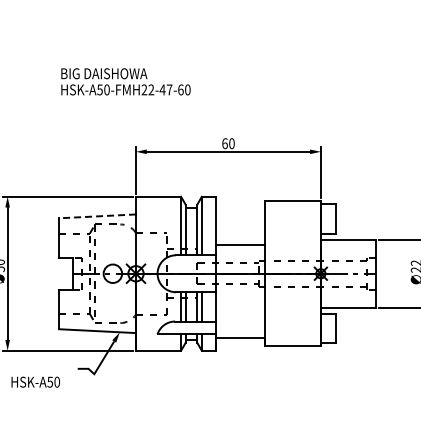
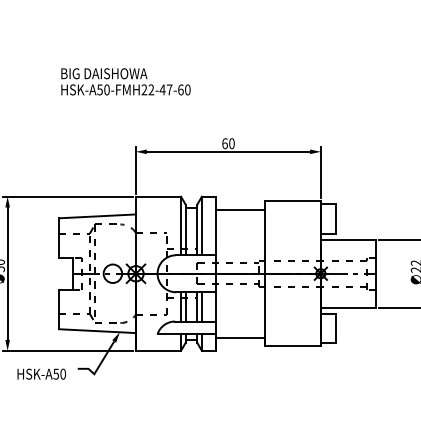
line at (97, 216): dashed -> solid
line at (240, 244) position: (240, 244) -> (240, 209)
text at (35, 381) position: (35, 381) -> (41, 373)
